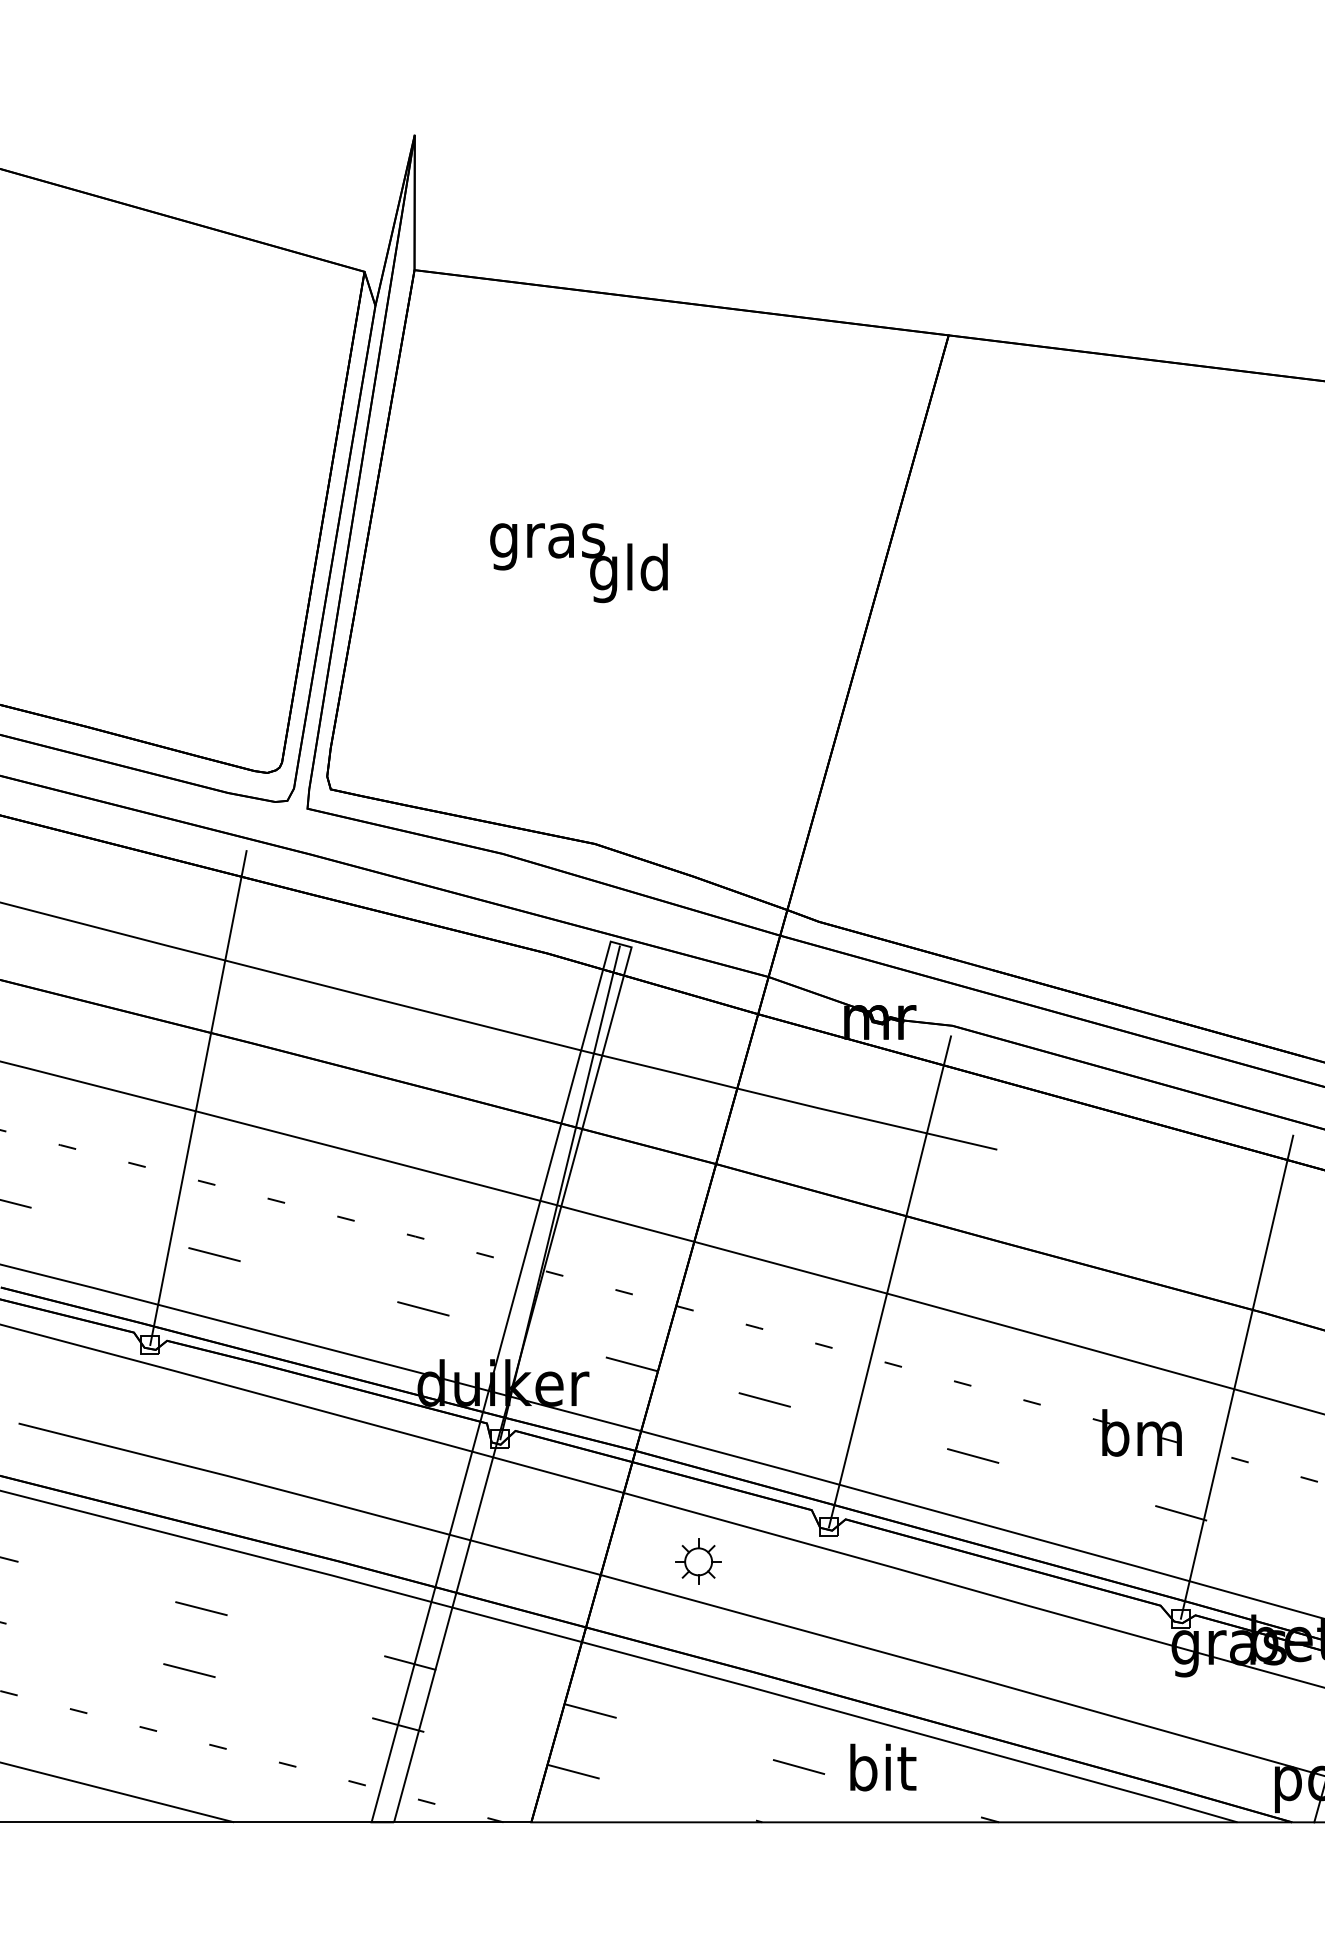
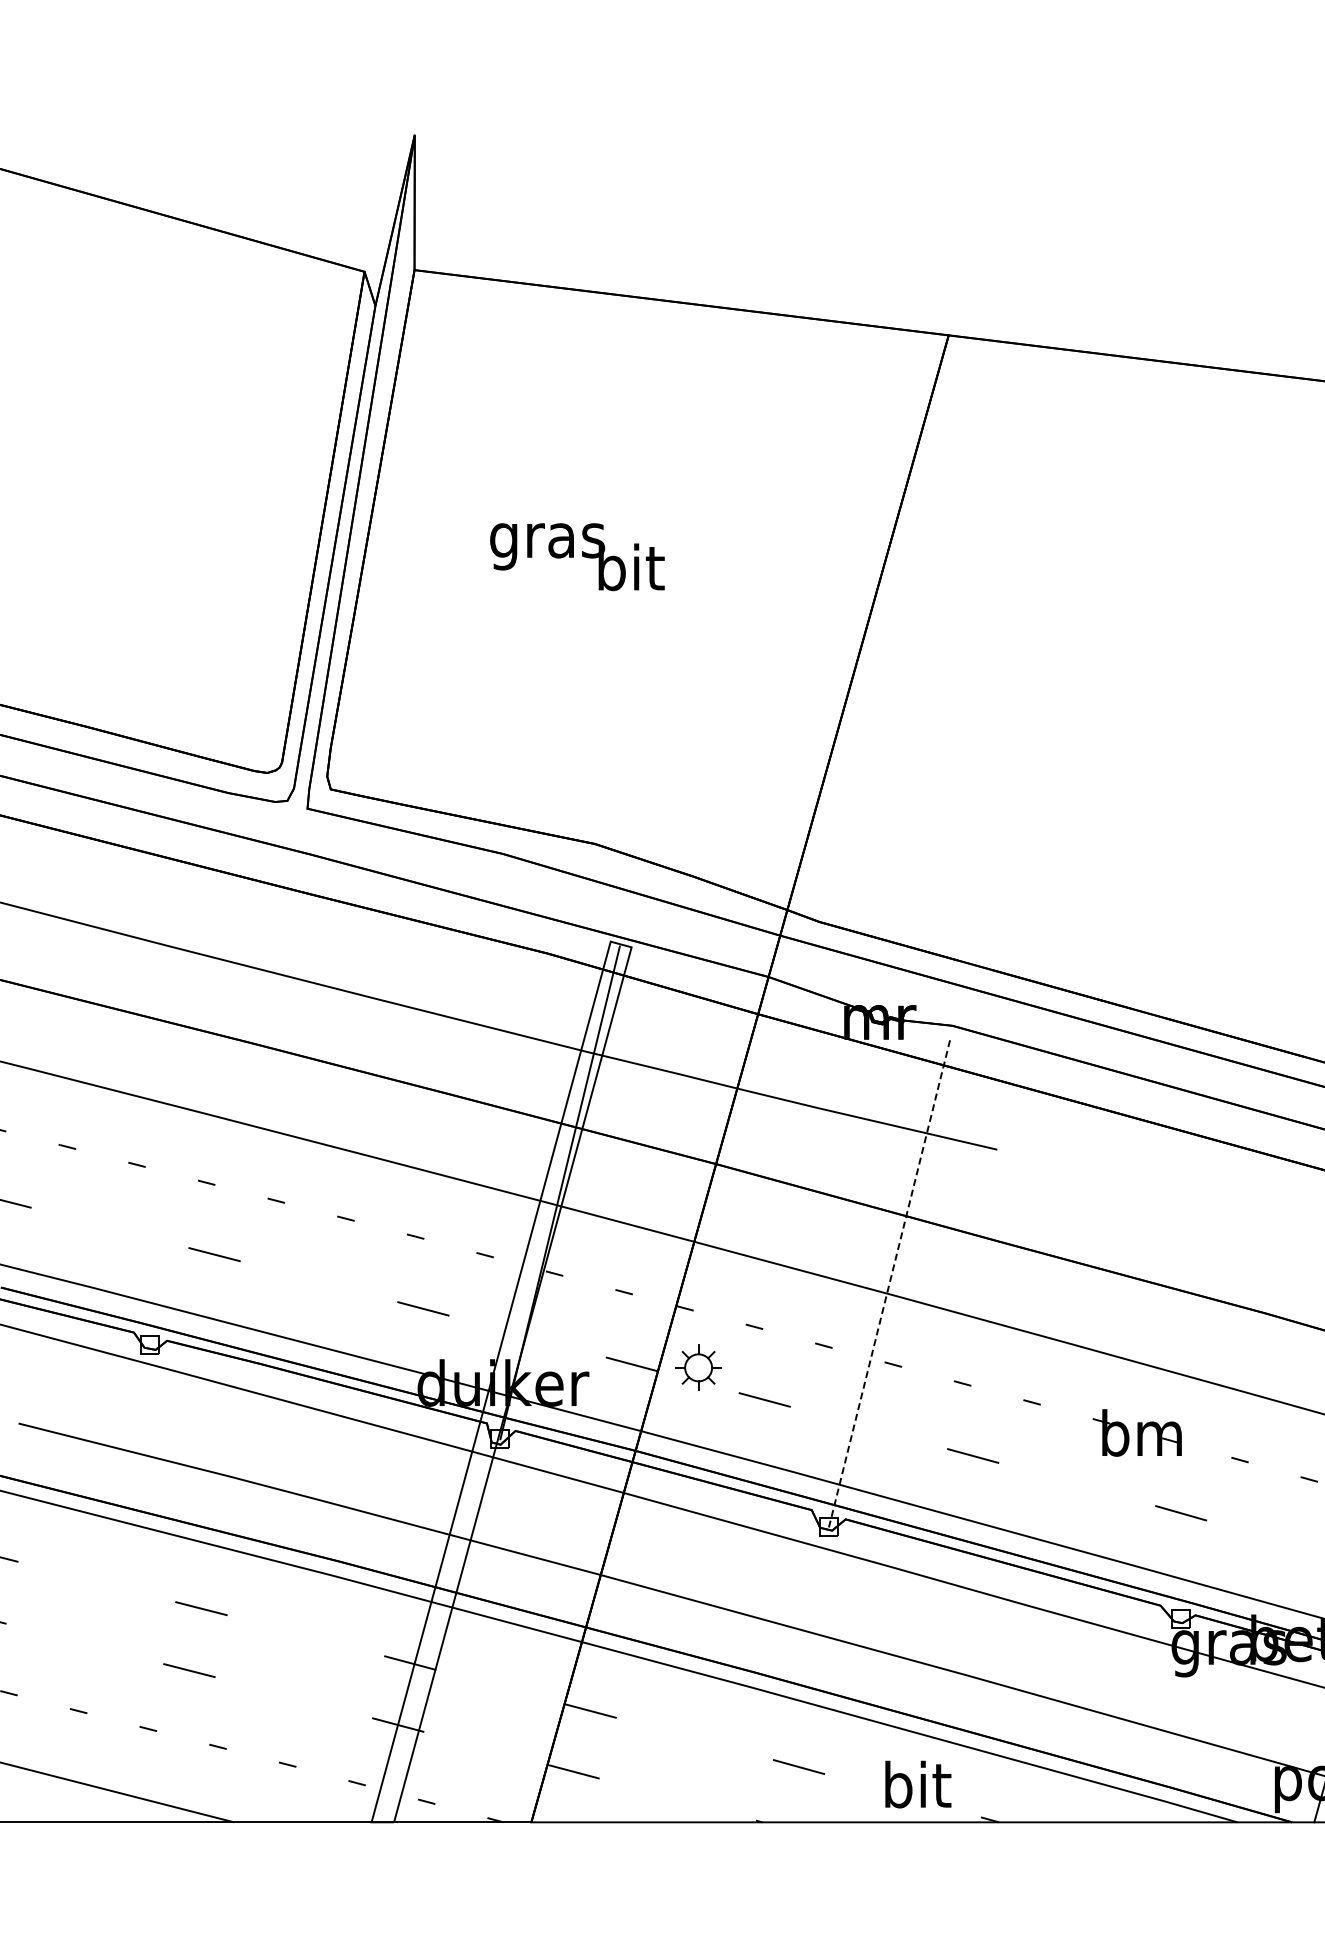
text at (628, 573): gld -> bit
line at (198, 1097): present -> none
line at (890, 1281): solid -> dashed
line at (1236, 1376): present -> none
part at (698, 1561) position: (698, 1561) -> (698, 1367)
text at (883, 1767) position: (883, 1767) -> (918, 1784)
